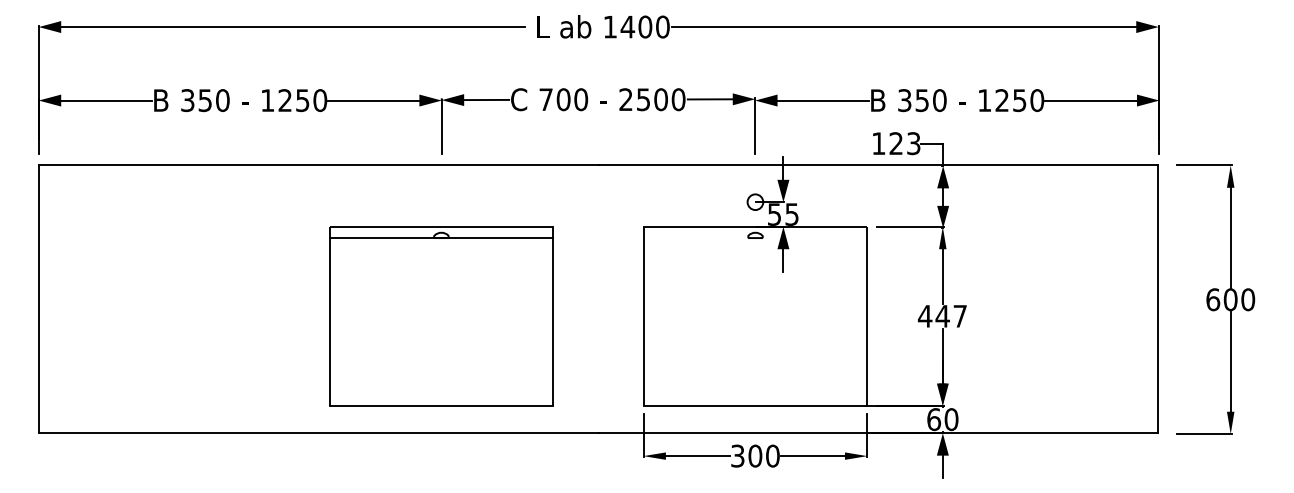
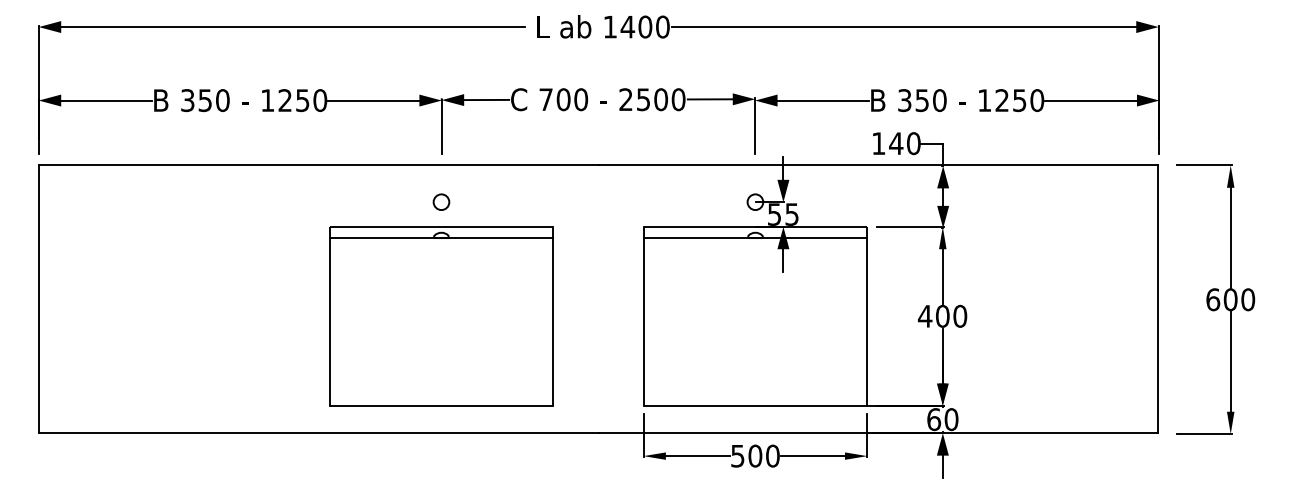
text at (904, 143): 123 -> 140
circle at (441, 201): none -> present
line at (755, 238): none -> present
text at (951, 315): 447 -> 400
text at (737, 455): 300 -> 500
